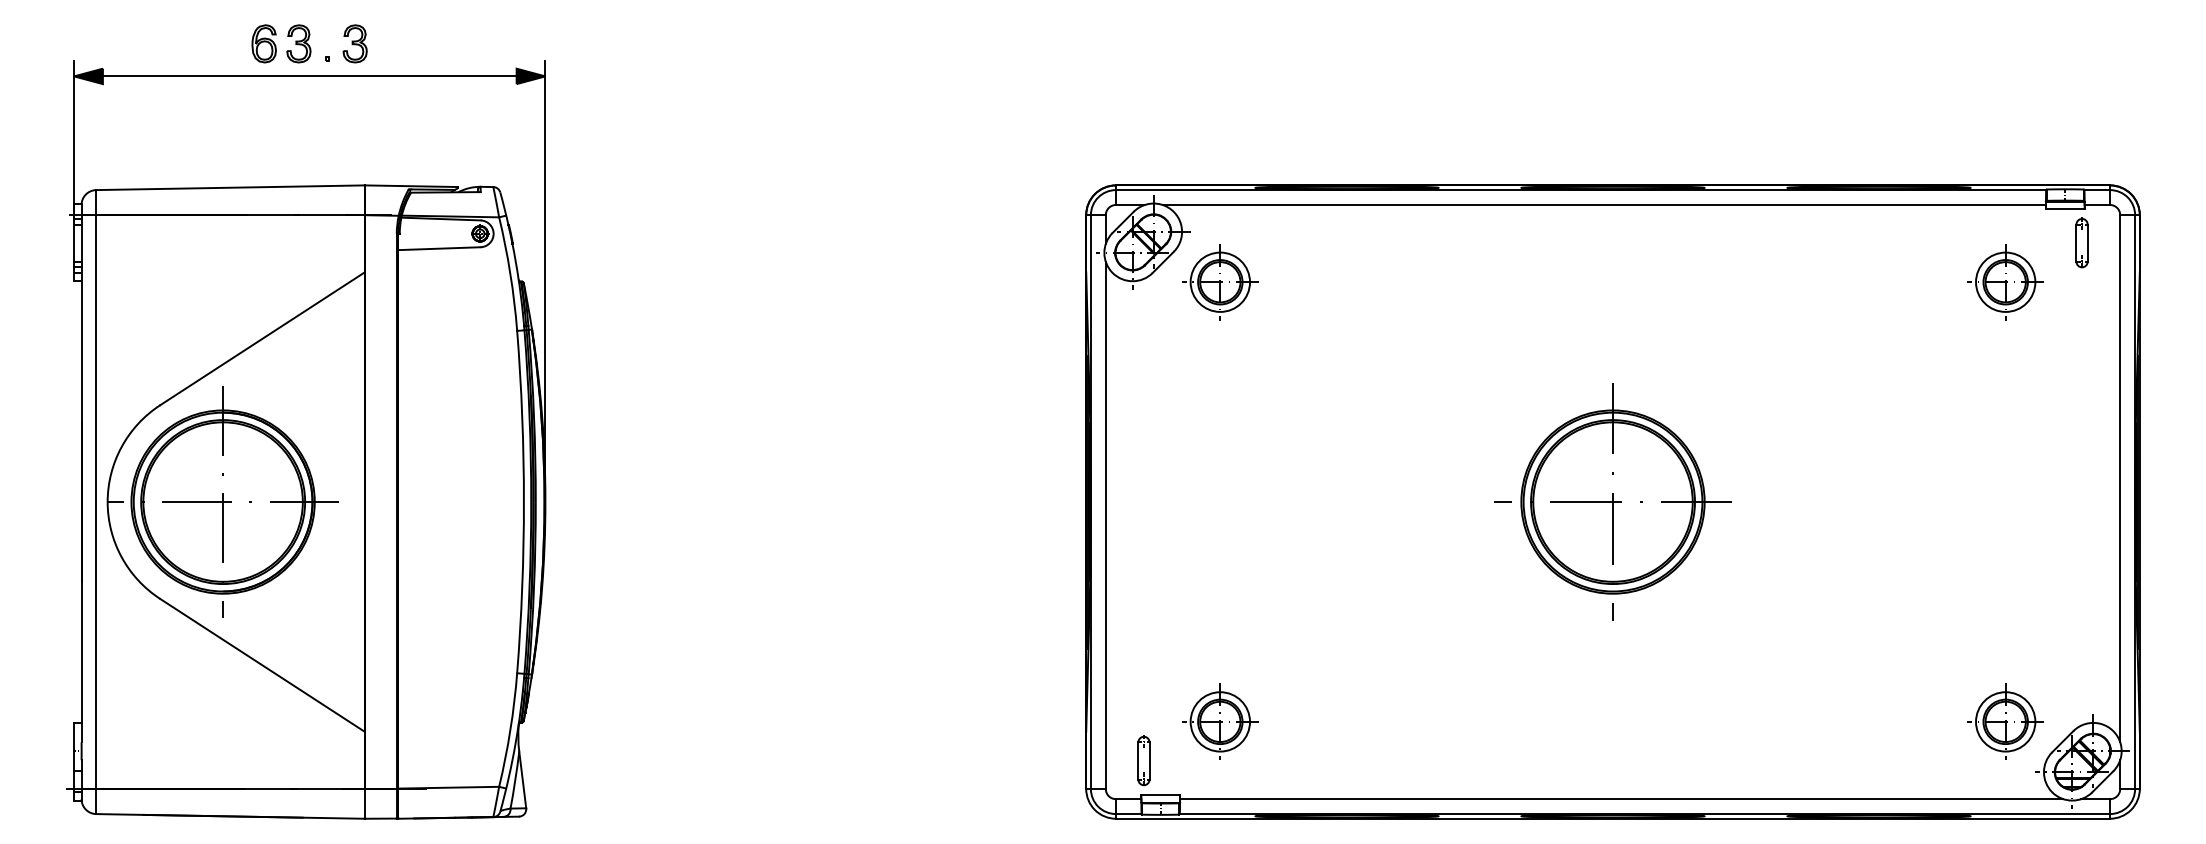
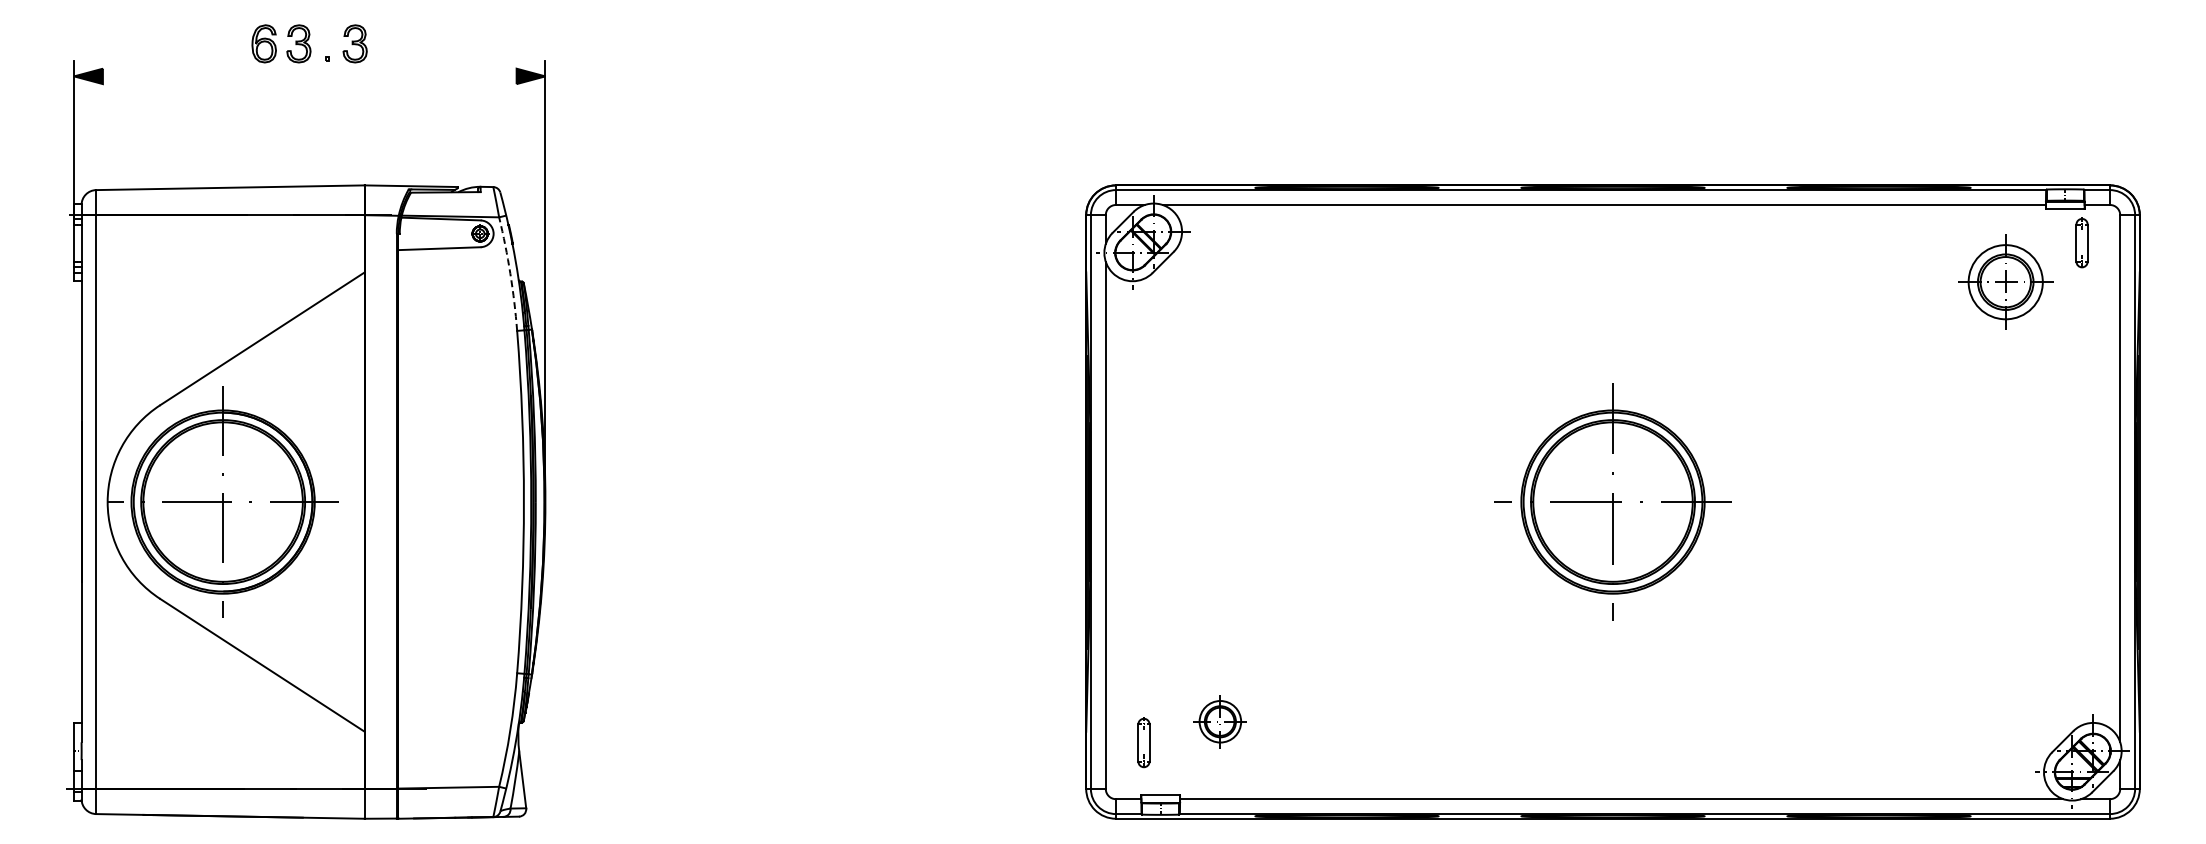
line at (309, 76): present -> none
arc at (510, 273): solid -> dashed
part at (1220, 282): present -> none
part at (2005, 282) size: 77x77 px -> 96x96 px
part at (1220, 721) size: 77x77 px -> 54x54 px
part at (2005, 721): present -> none
part at (1143, 760) position: (1143, 760) -> (1143, 742)
